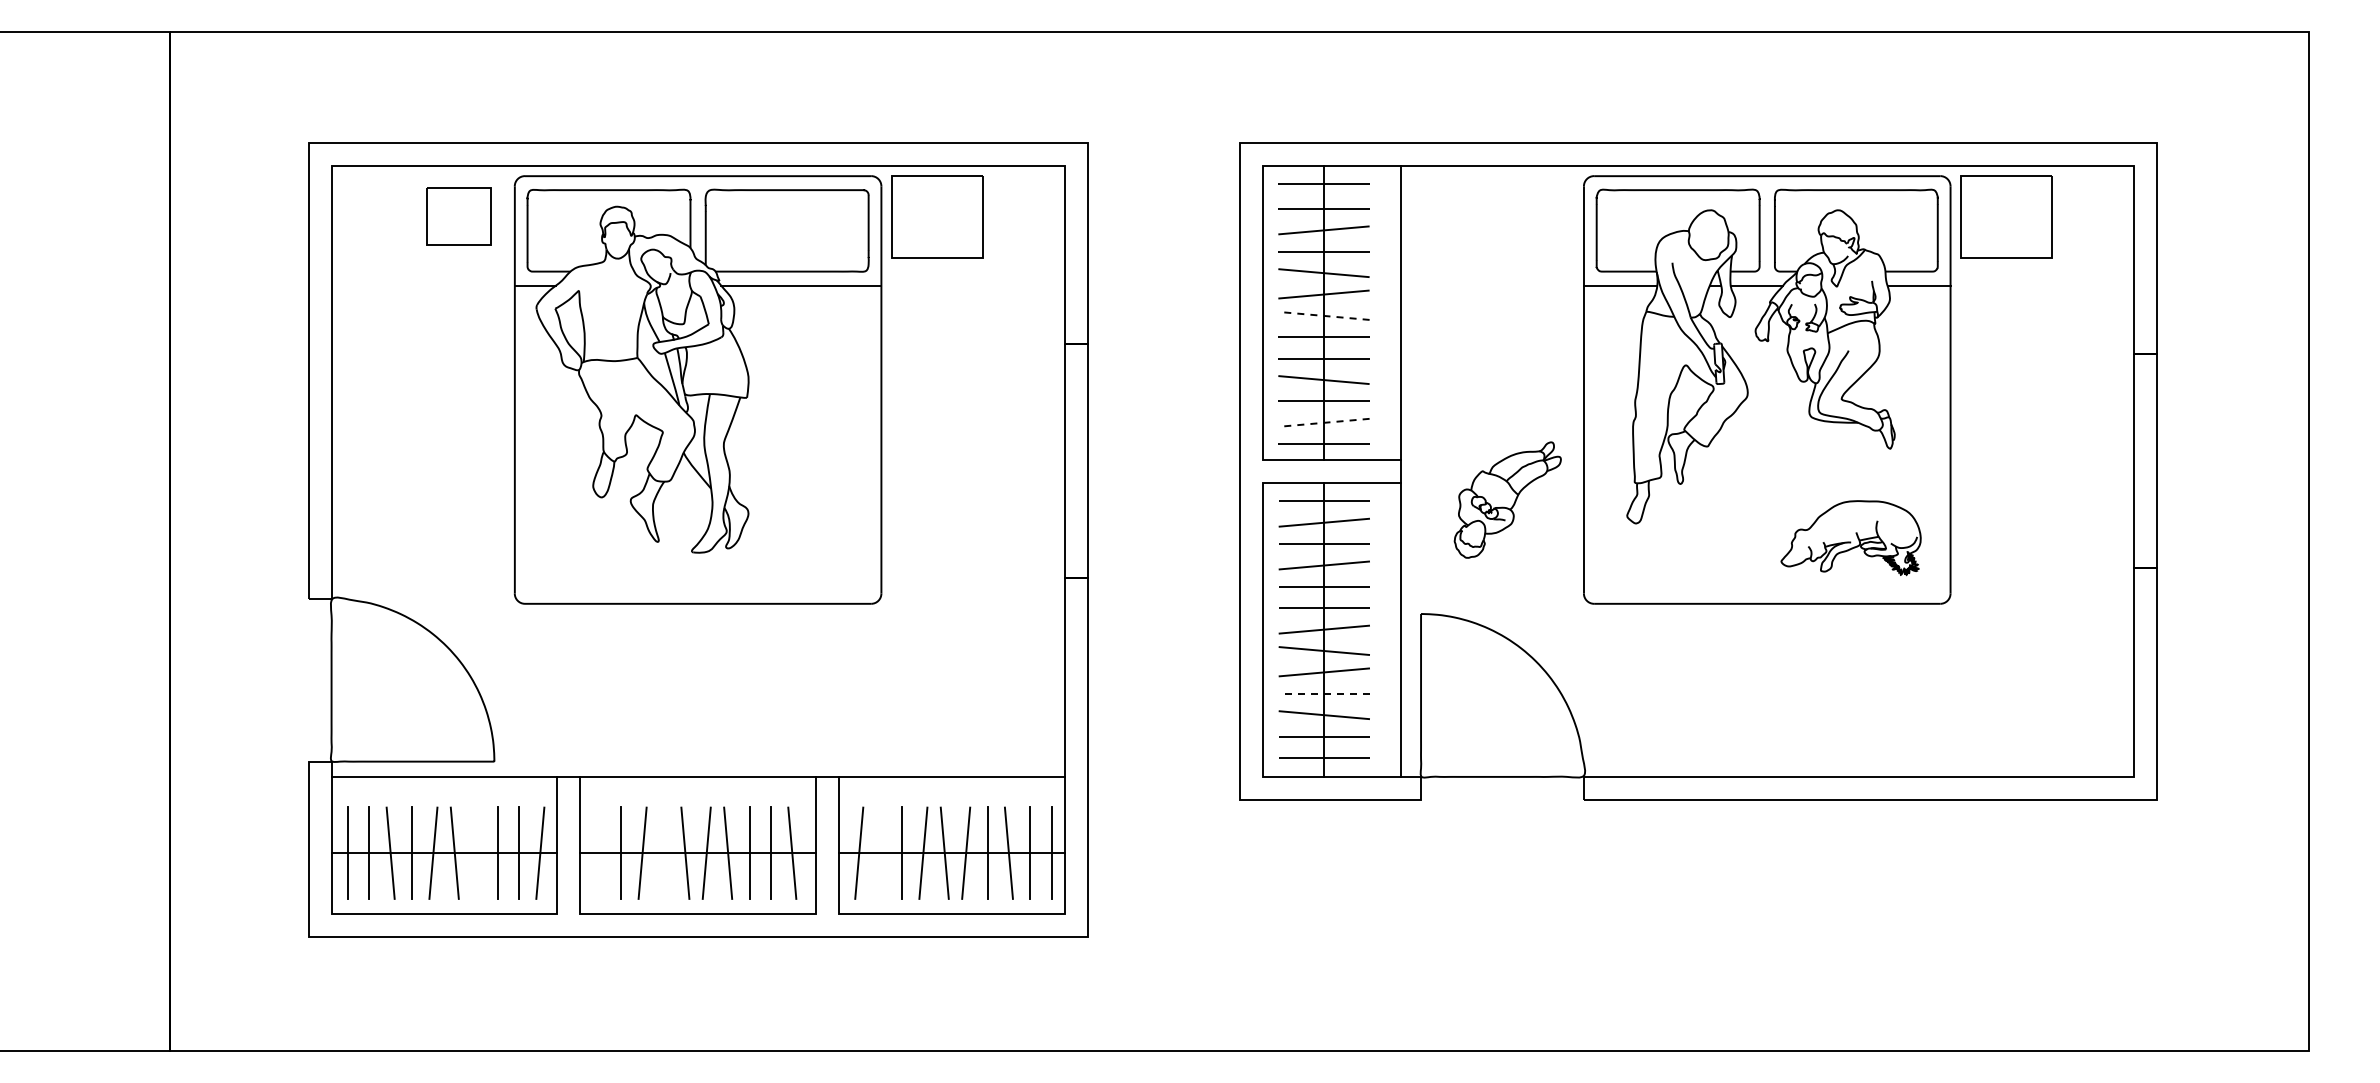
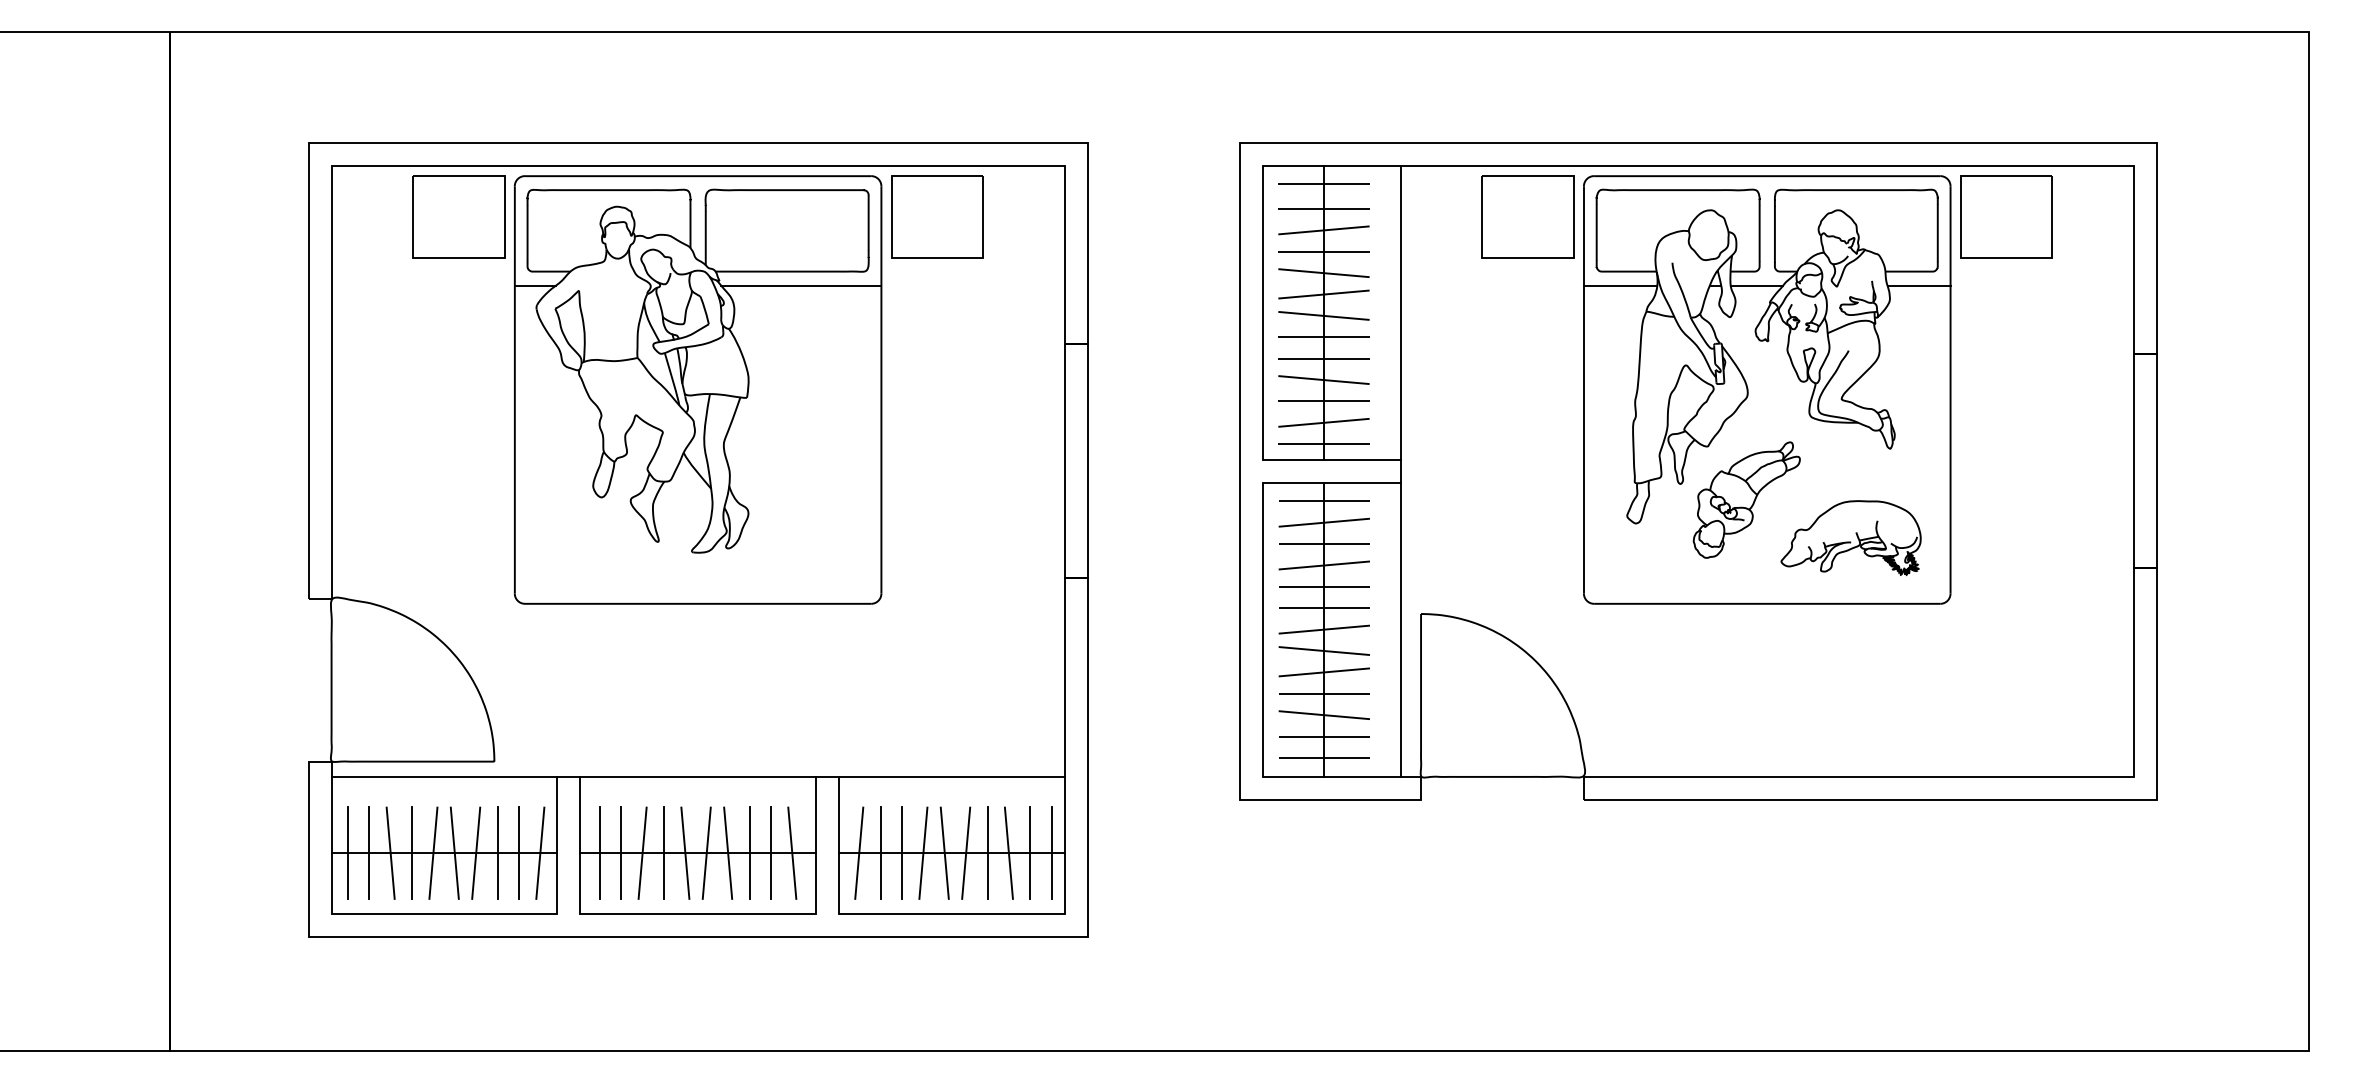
part at (458, 216) size: 66x59 px -> 94x84 px
part at (1527, 216): none -> present
line at (1323, 315): dashed -> solid
line at (1323, 422): dashed -> solid
part at (1507, 499) position: (1507, 499) -> (1746, 499)
line at (1324, 693): dashed -> solid
line at (476, 852): none -> present
line at (599, 853): none -> present
line at (663, 853): none -> present
line at (880, 853): none -> present
